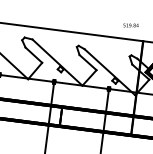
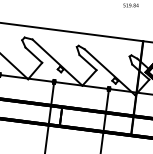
text at (130, 25) position: (130, 25) -> (130, 5)
